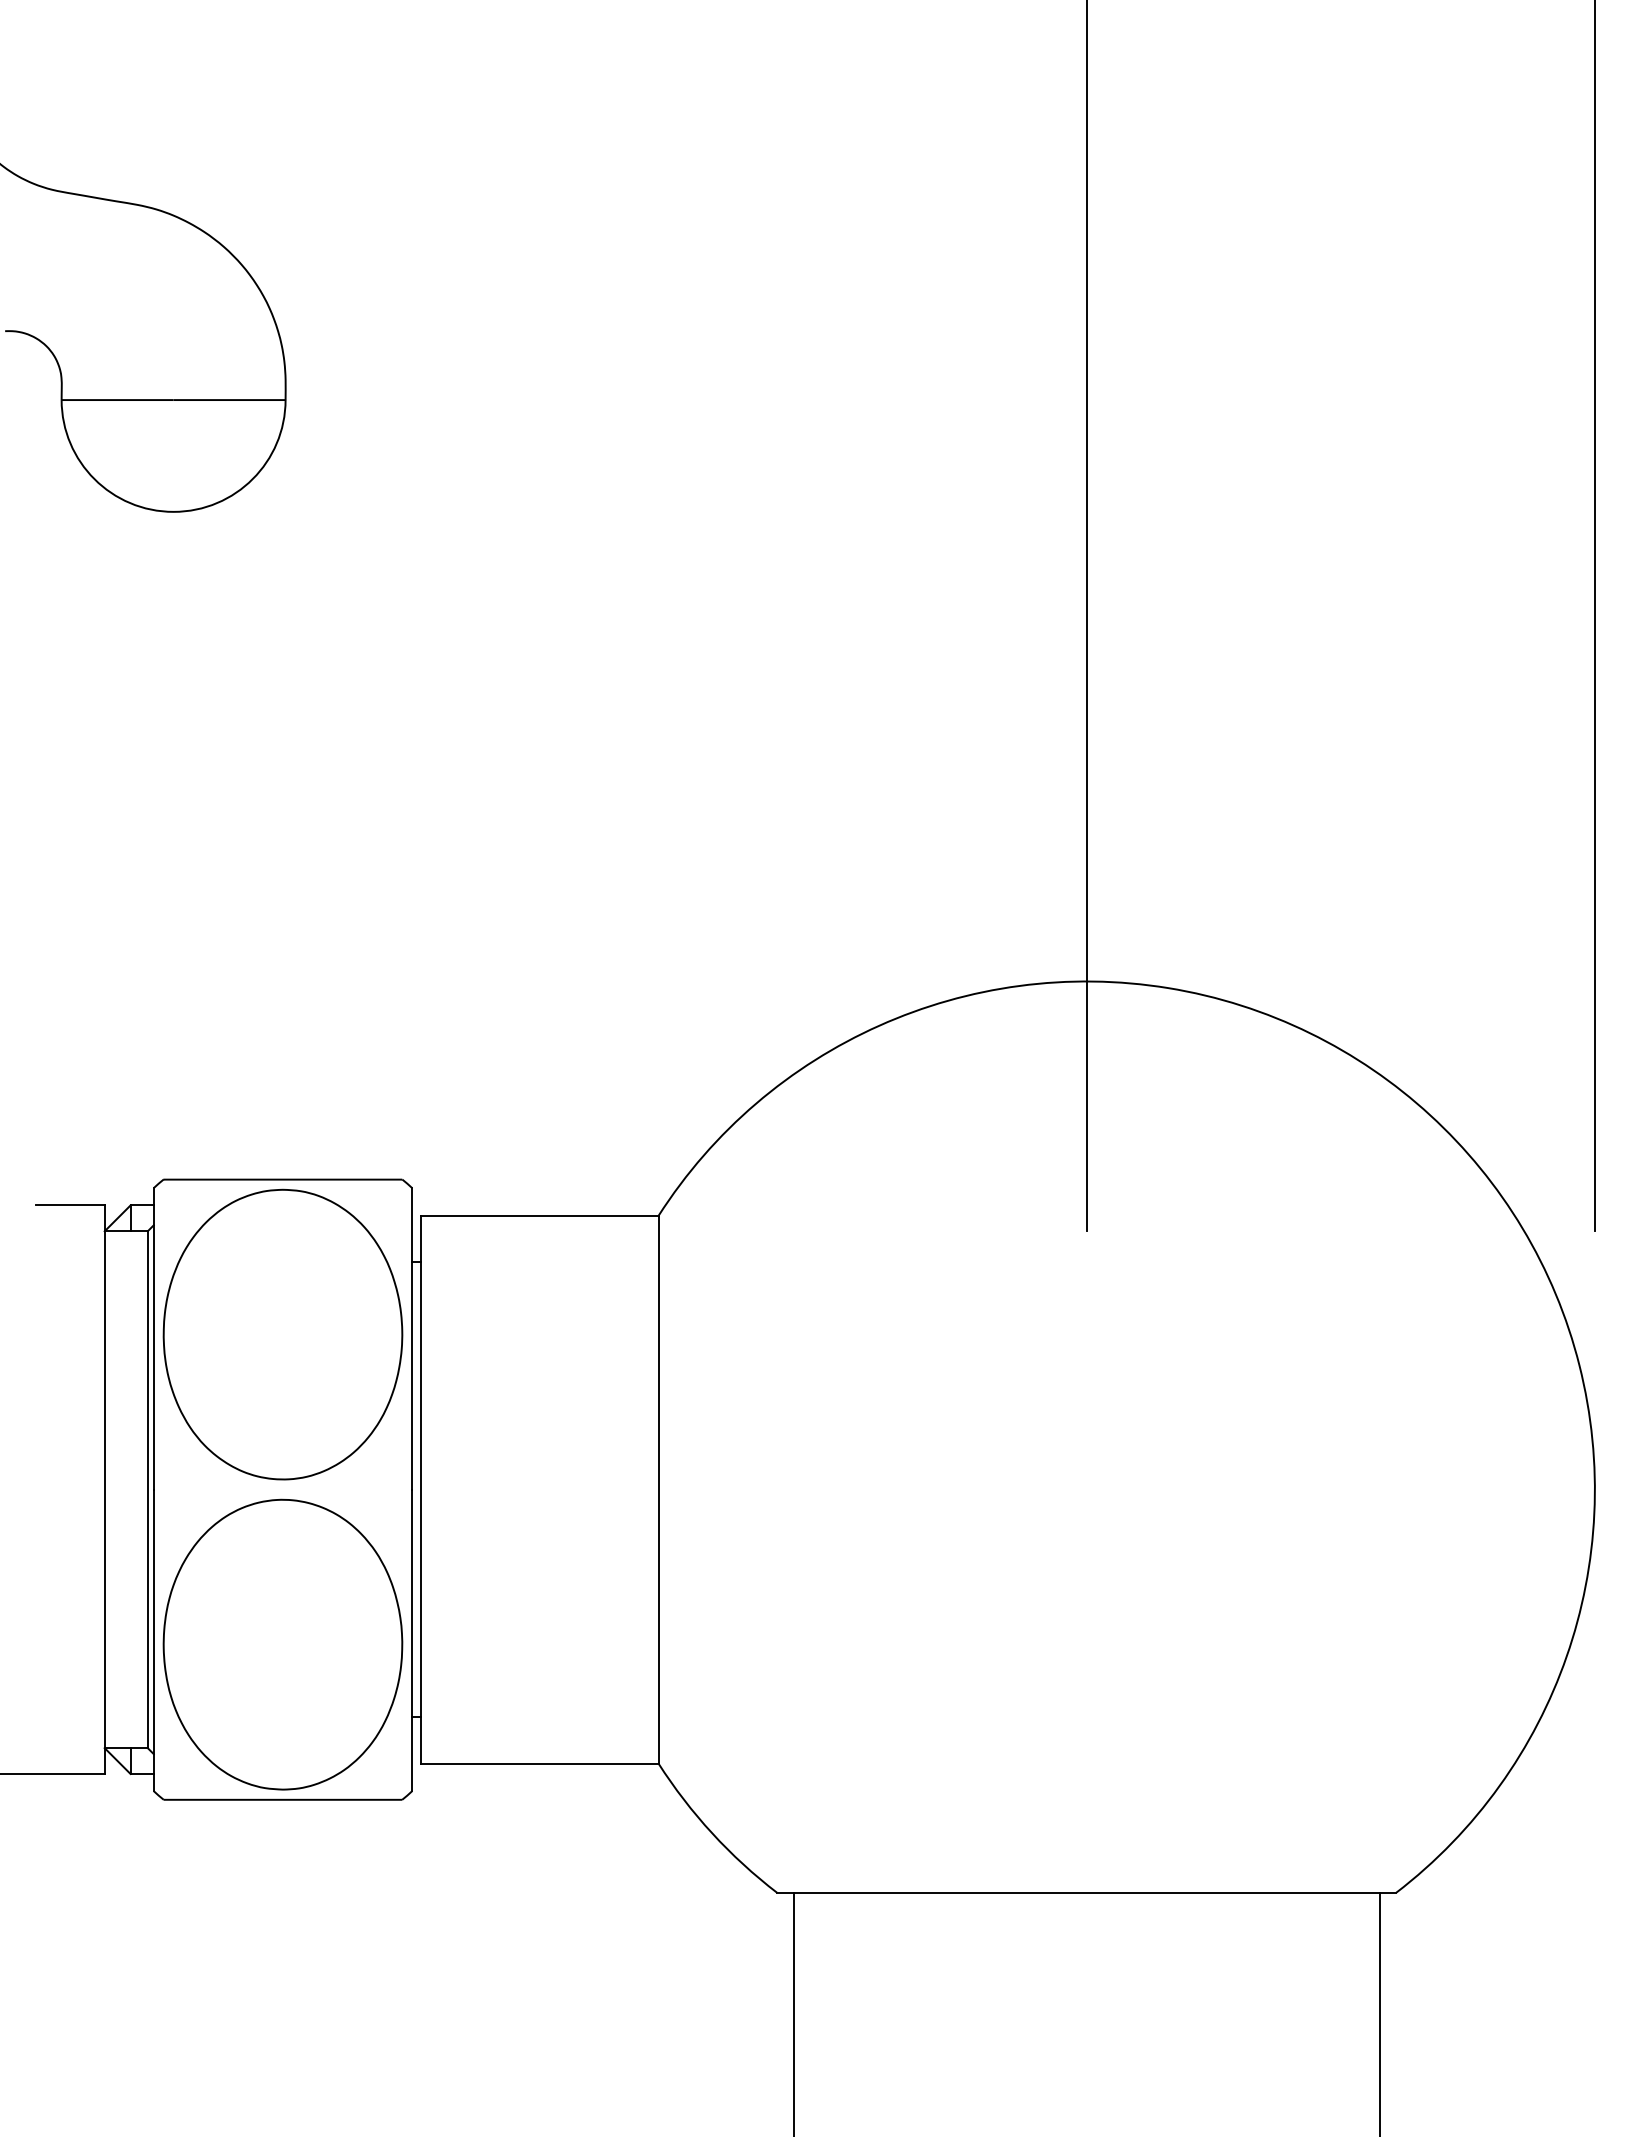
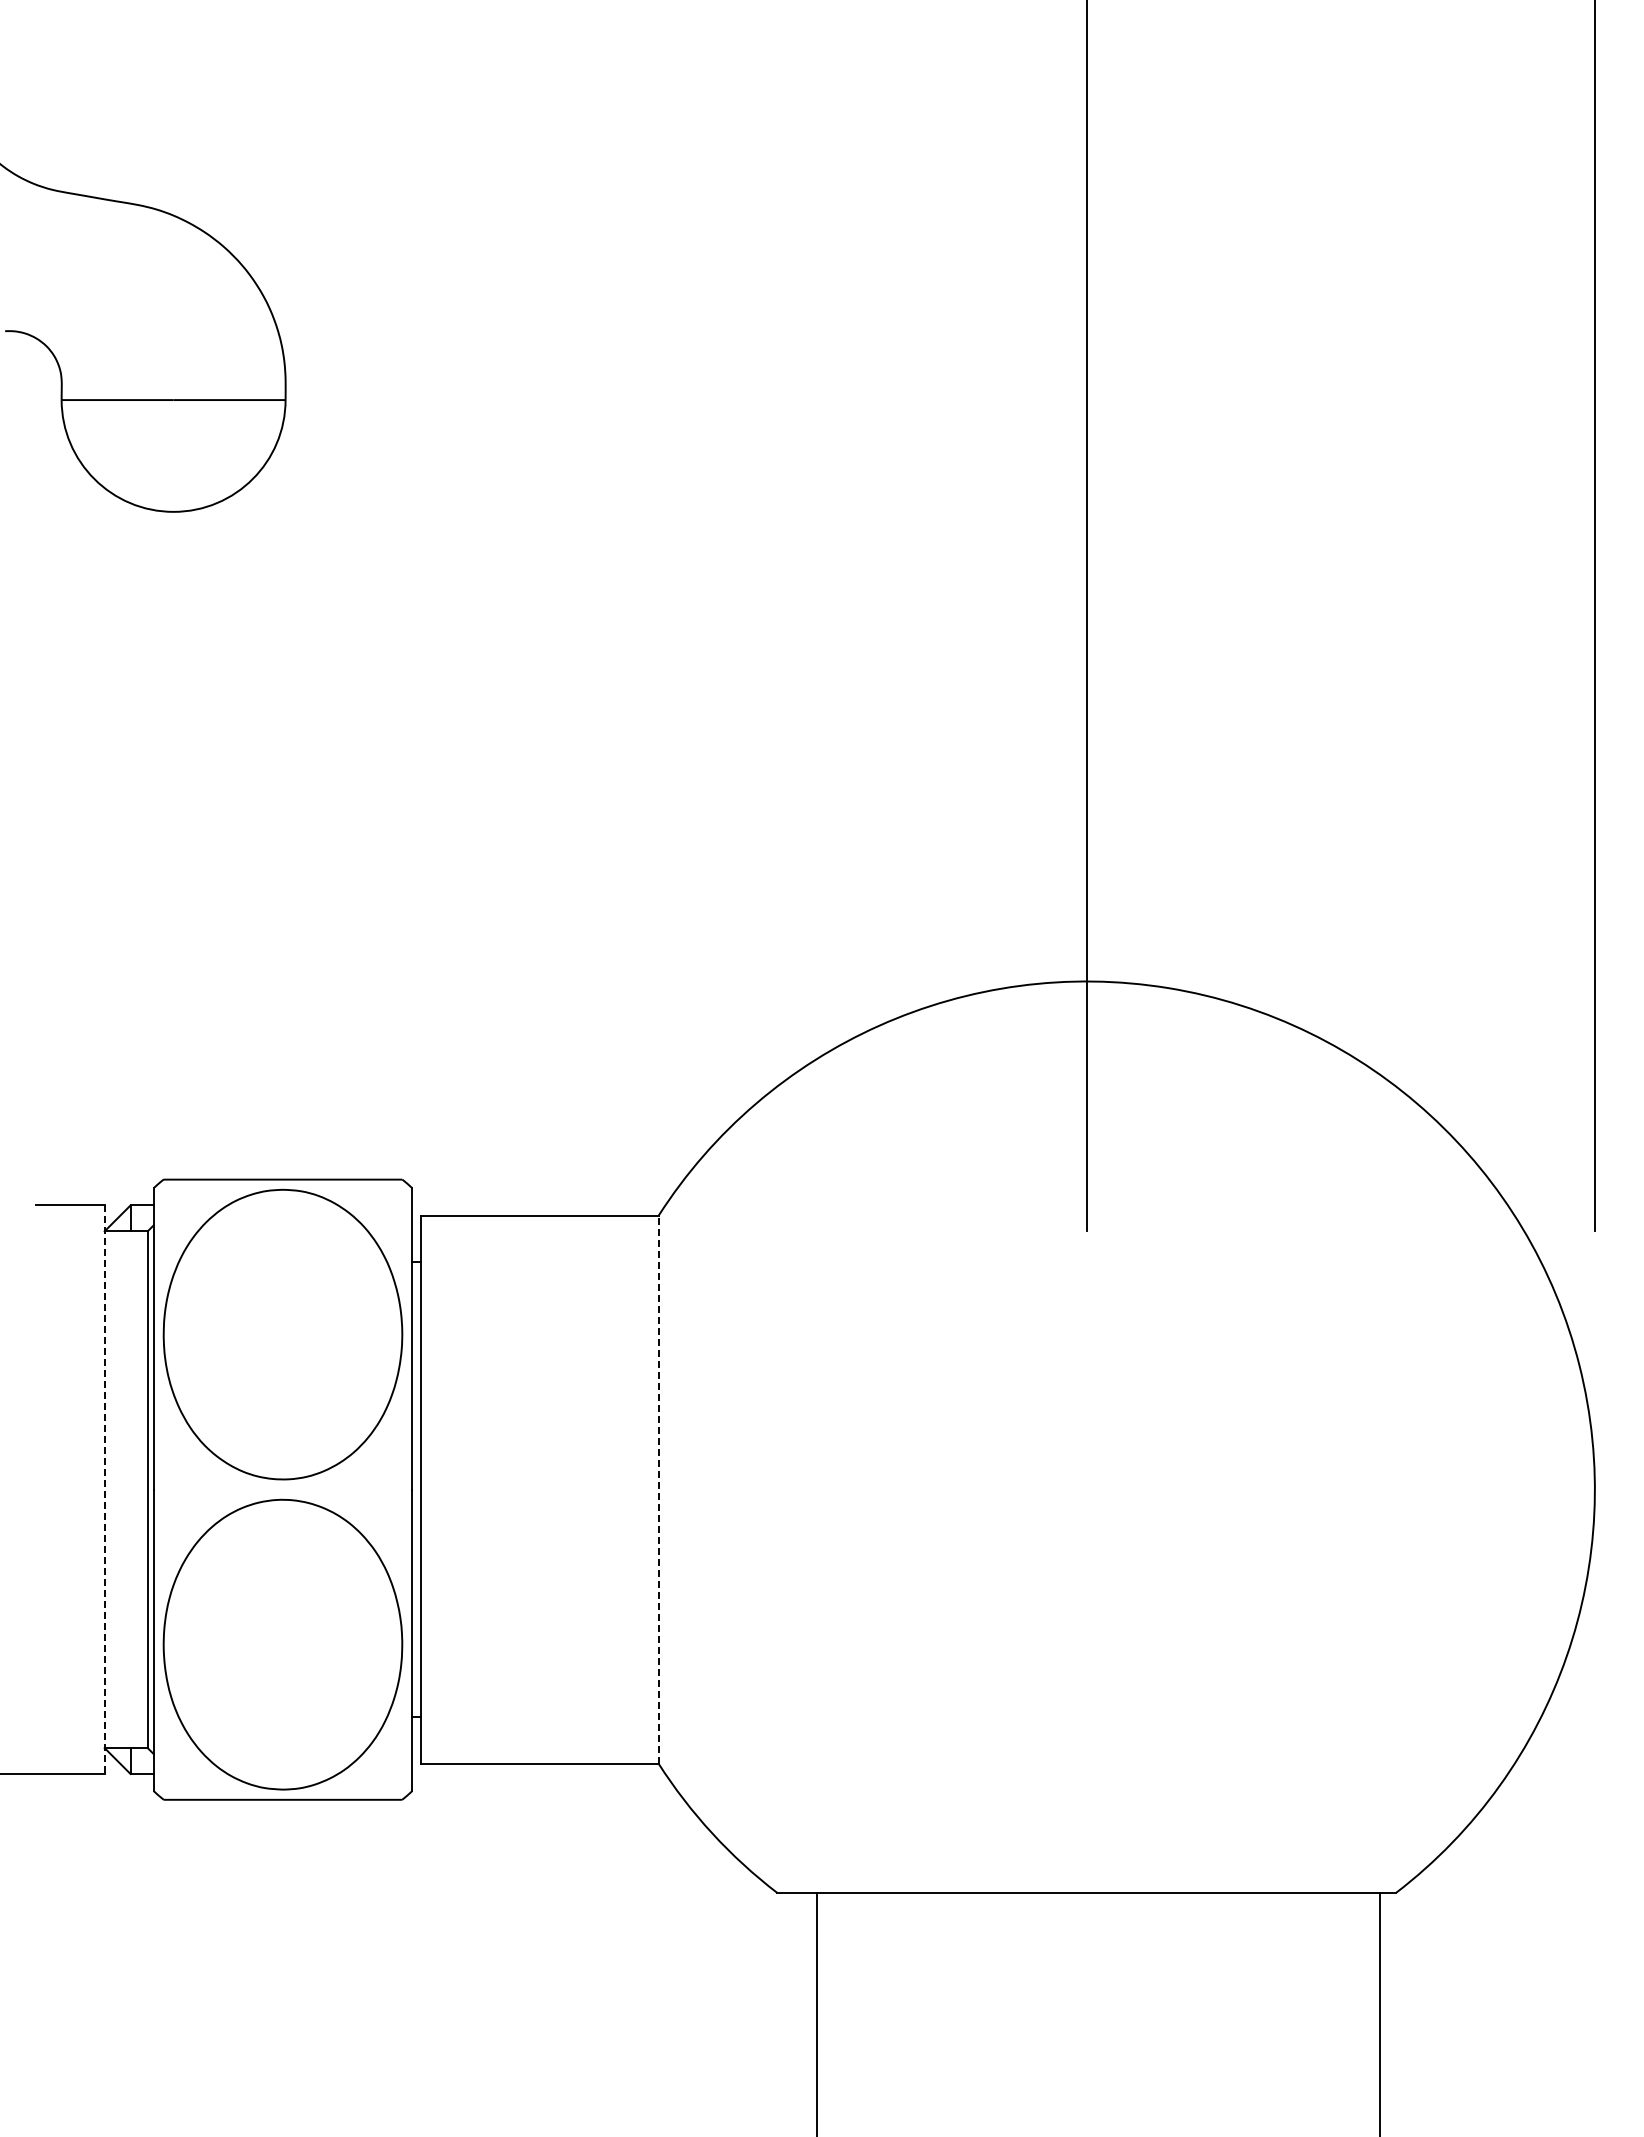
line at (658, 1489): solid -> dashed
line at (104, 1490): solid -> dashed
line at (793, 2012) position: (793, 2012) -> (816, 2012)
